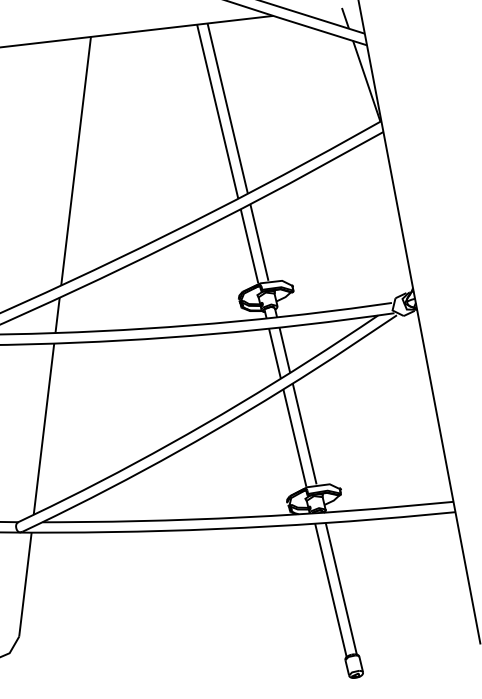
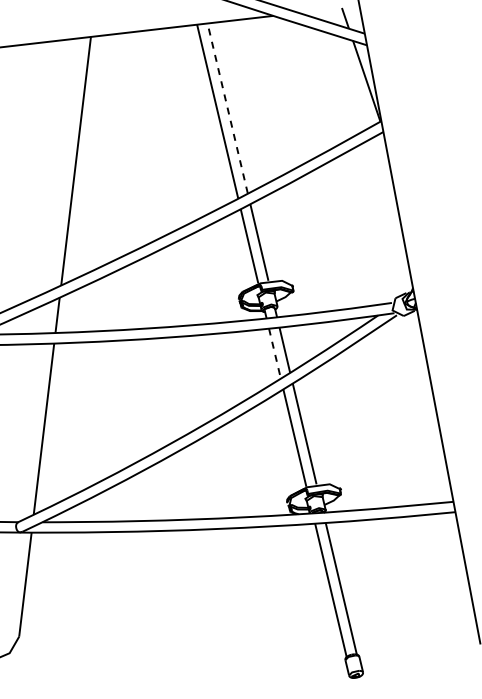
line at (227, 107): solid -> dashed
line at (274, 353): solid -> dashed
